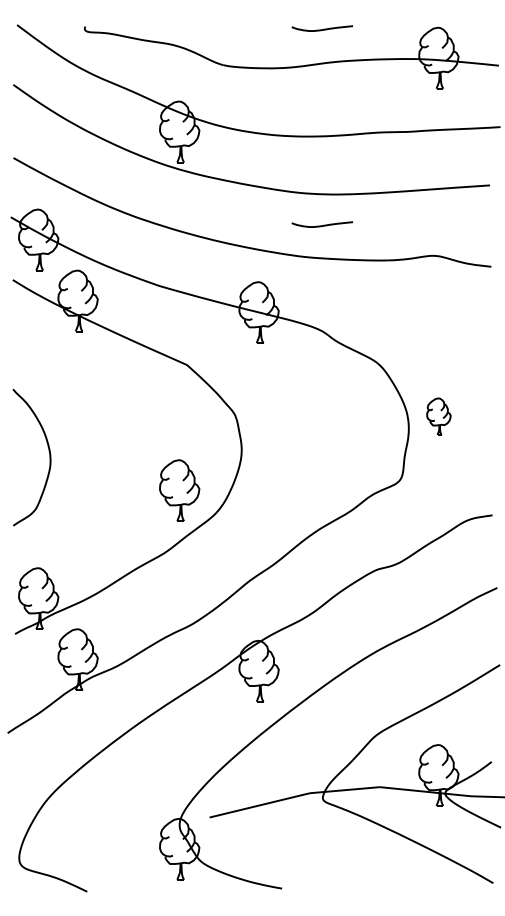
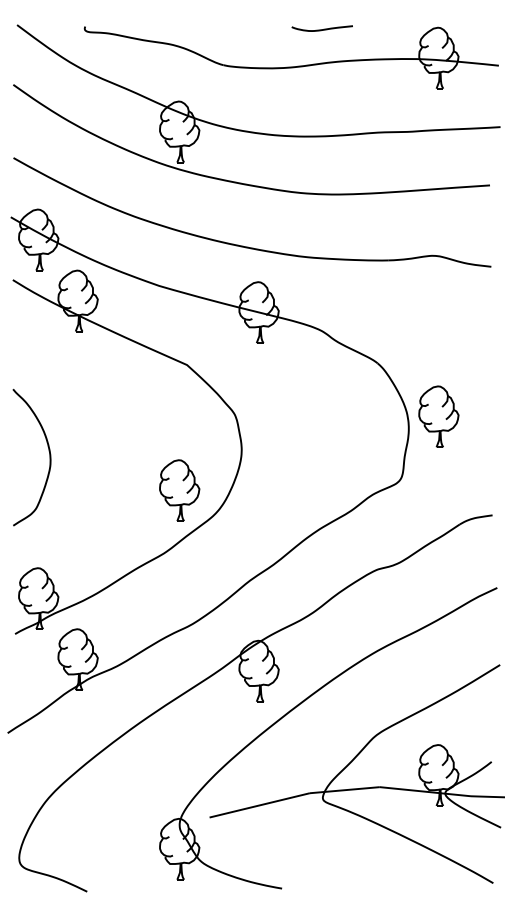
curve at (321, 225): present -> none
part at (438, 416) size: 26x39 px -> 42x63 px
